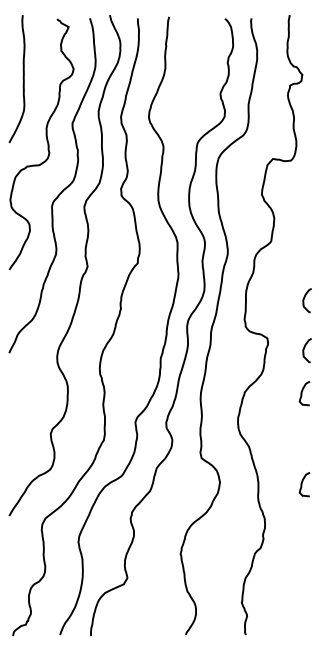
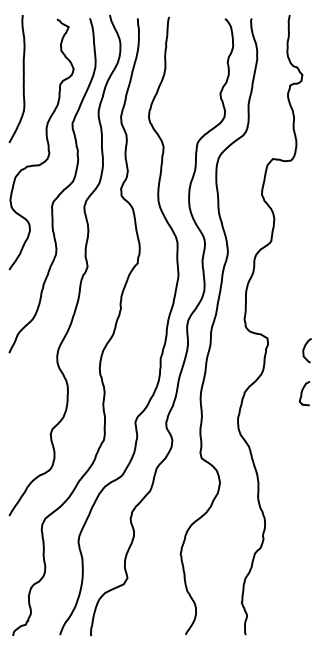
curve at (304, 300): present -> none
curve at (302, 484): present -> none
